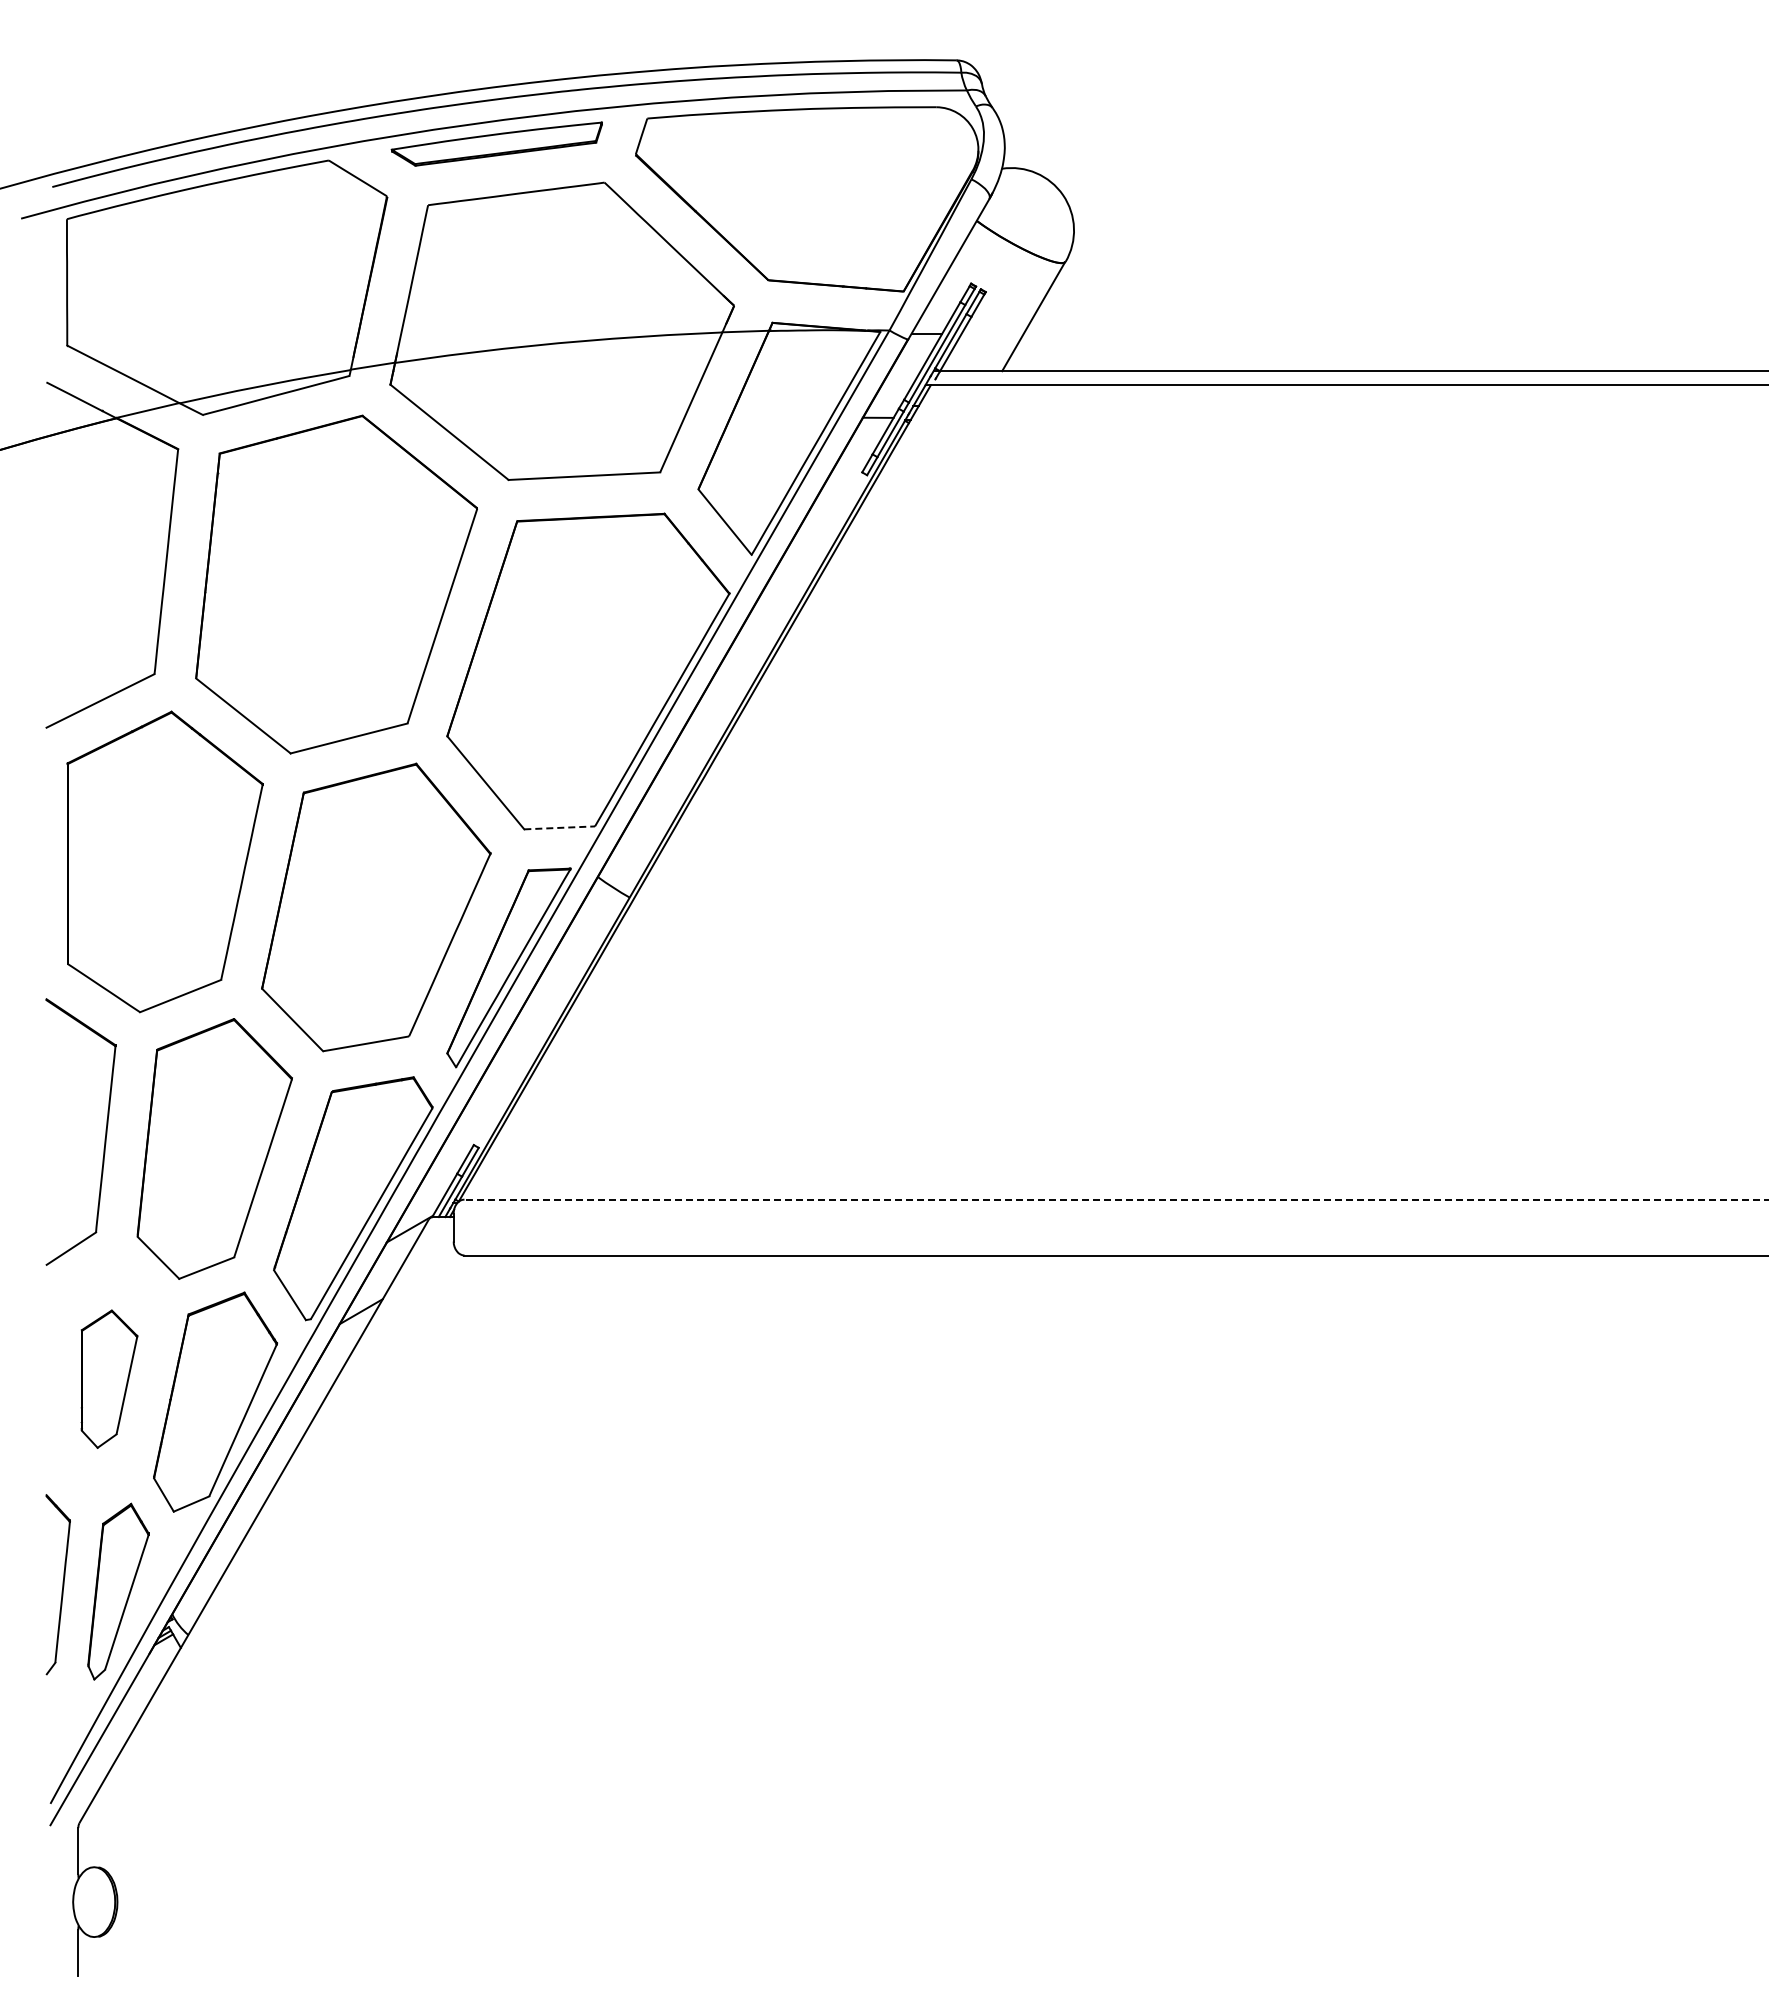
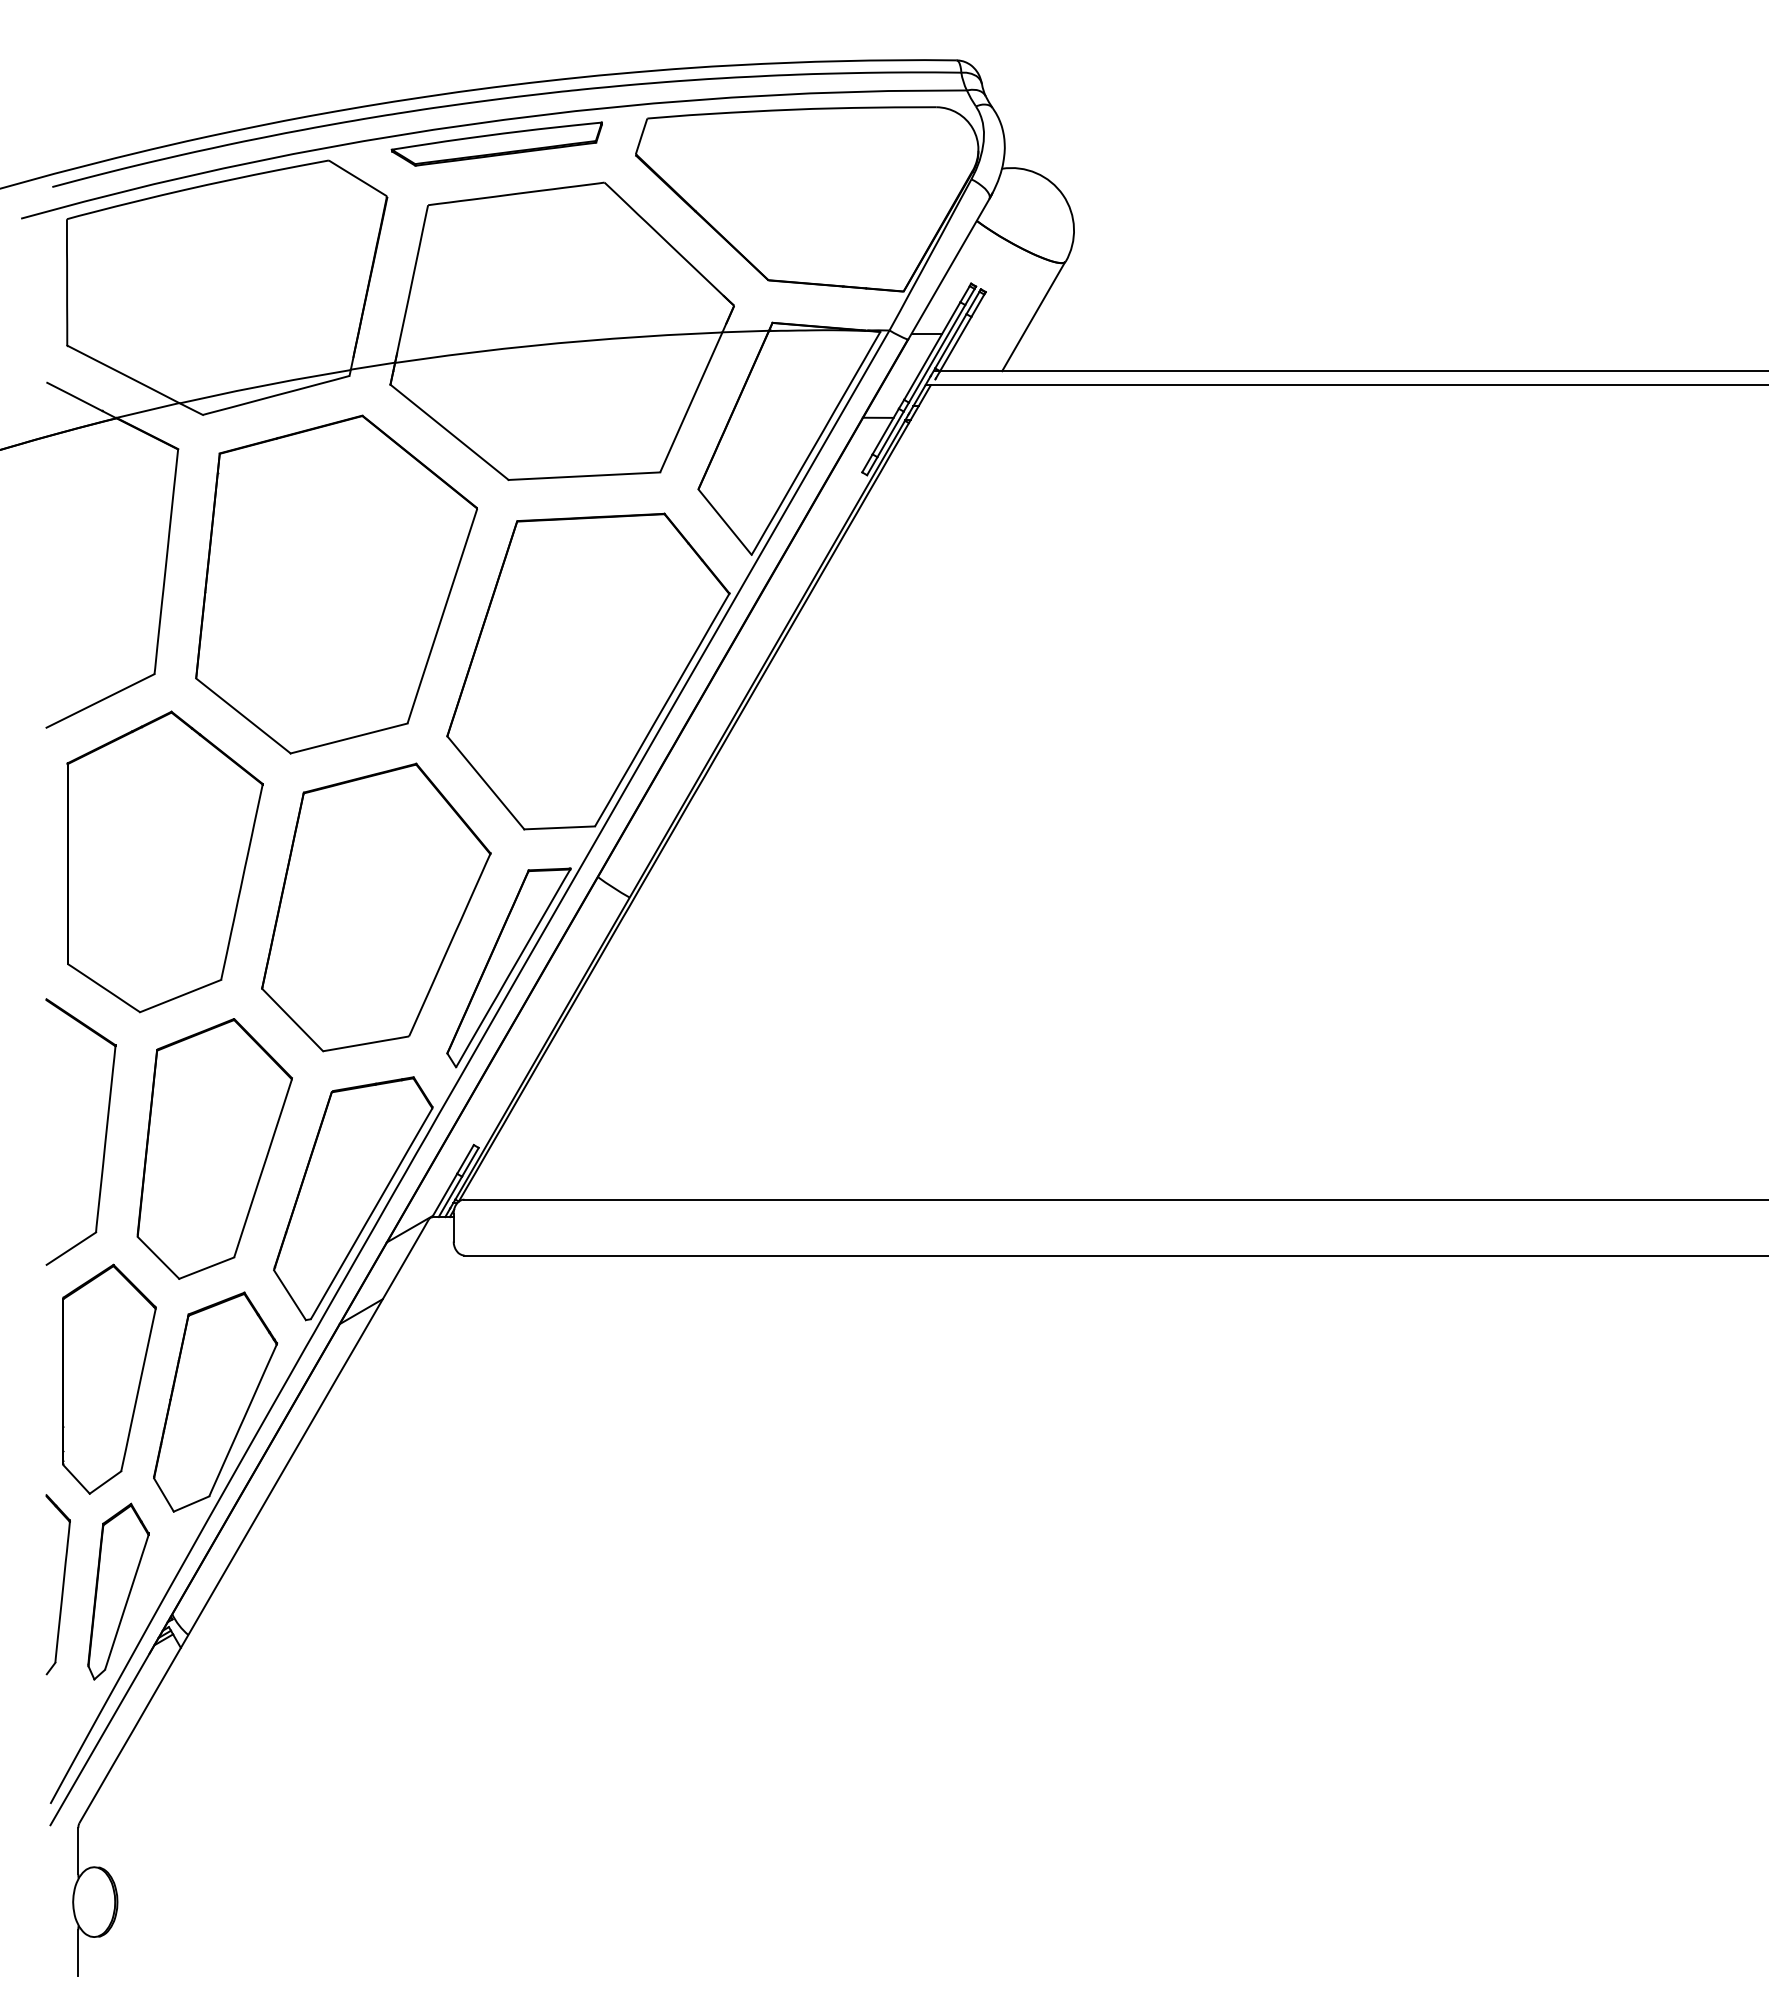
line at (560, 827): dashed -> solid
line at (1116, 1199): dashed -> solid
part at (109, 1378) size: 59x140 px -> 95x232 px
